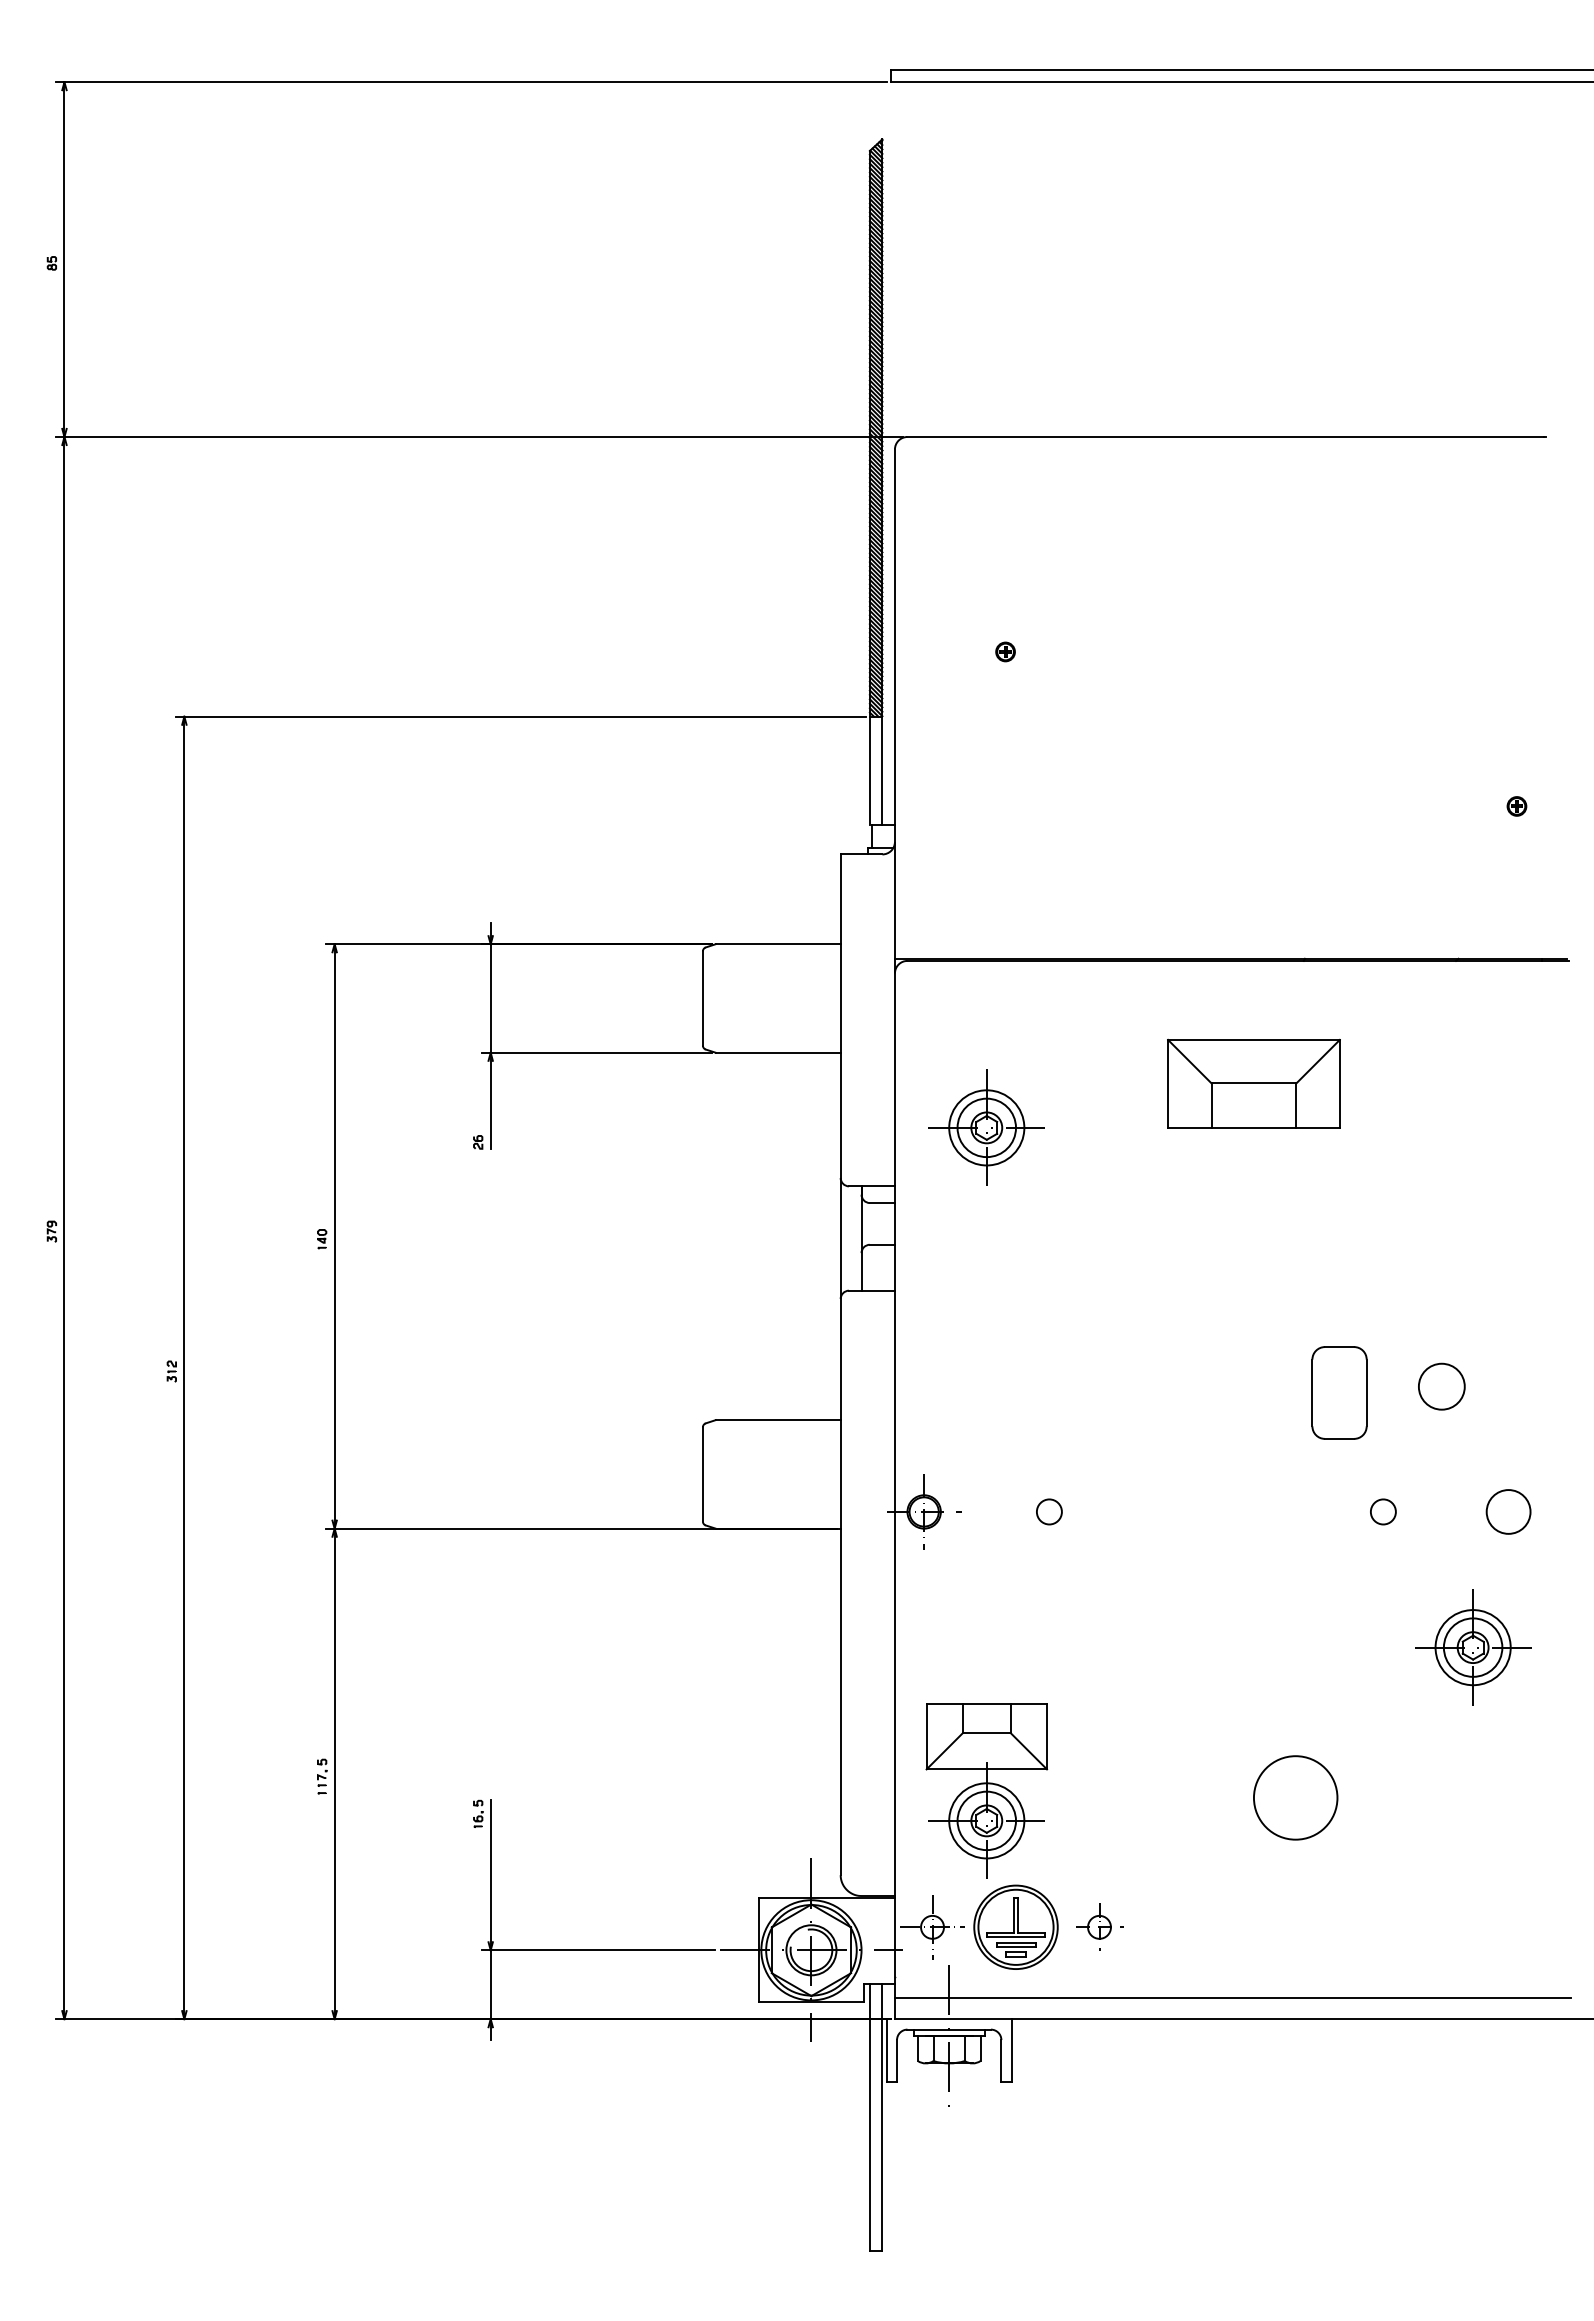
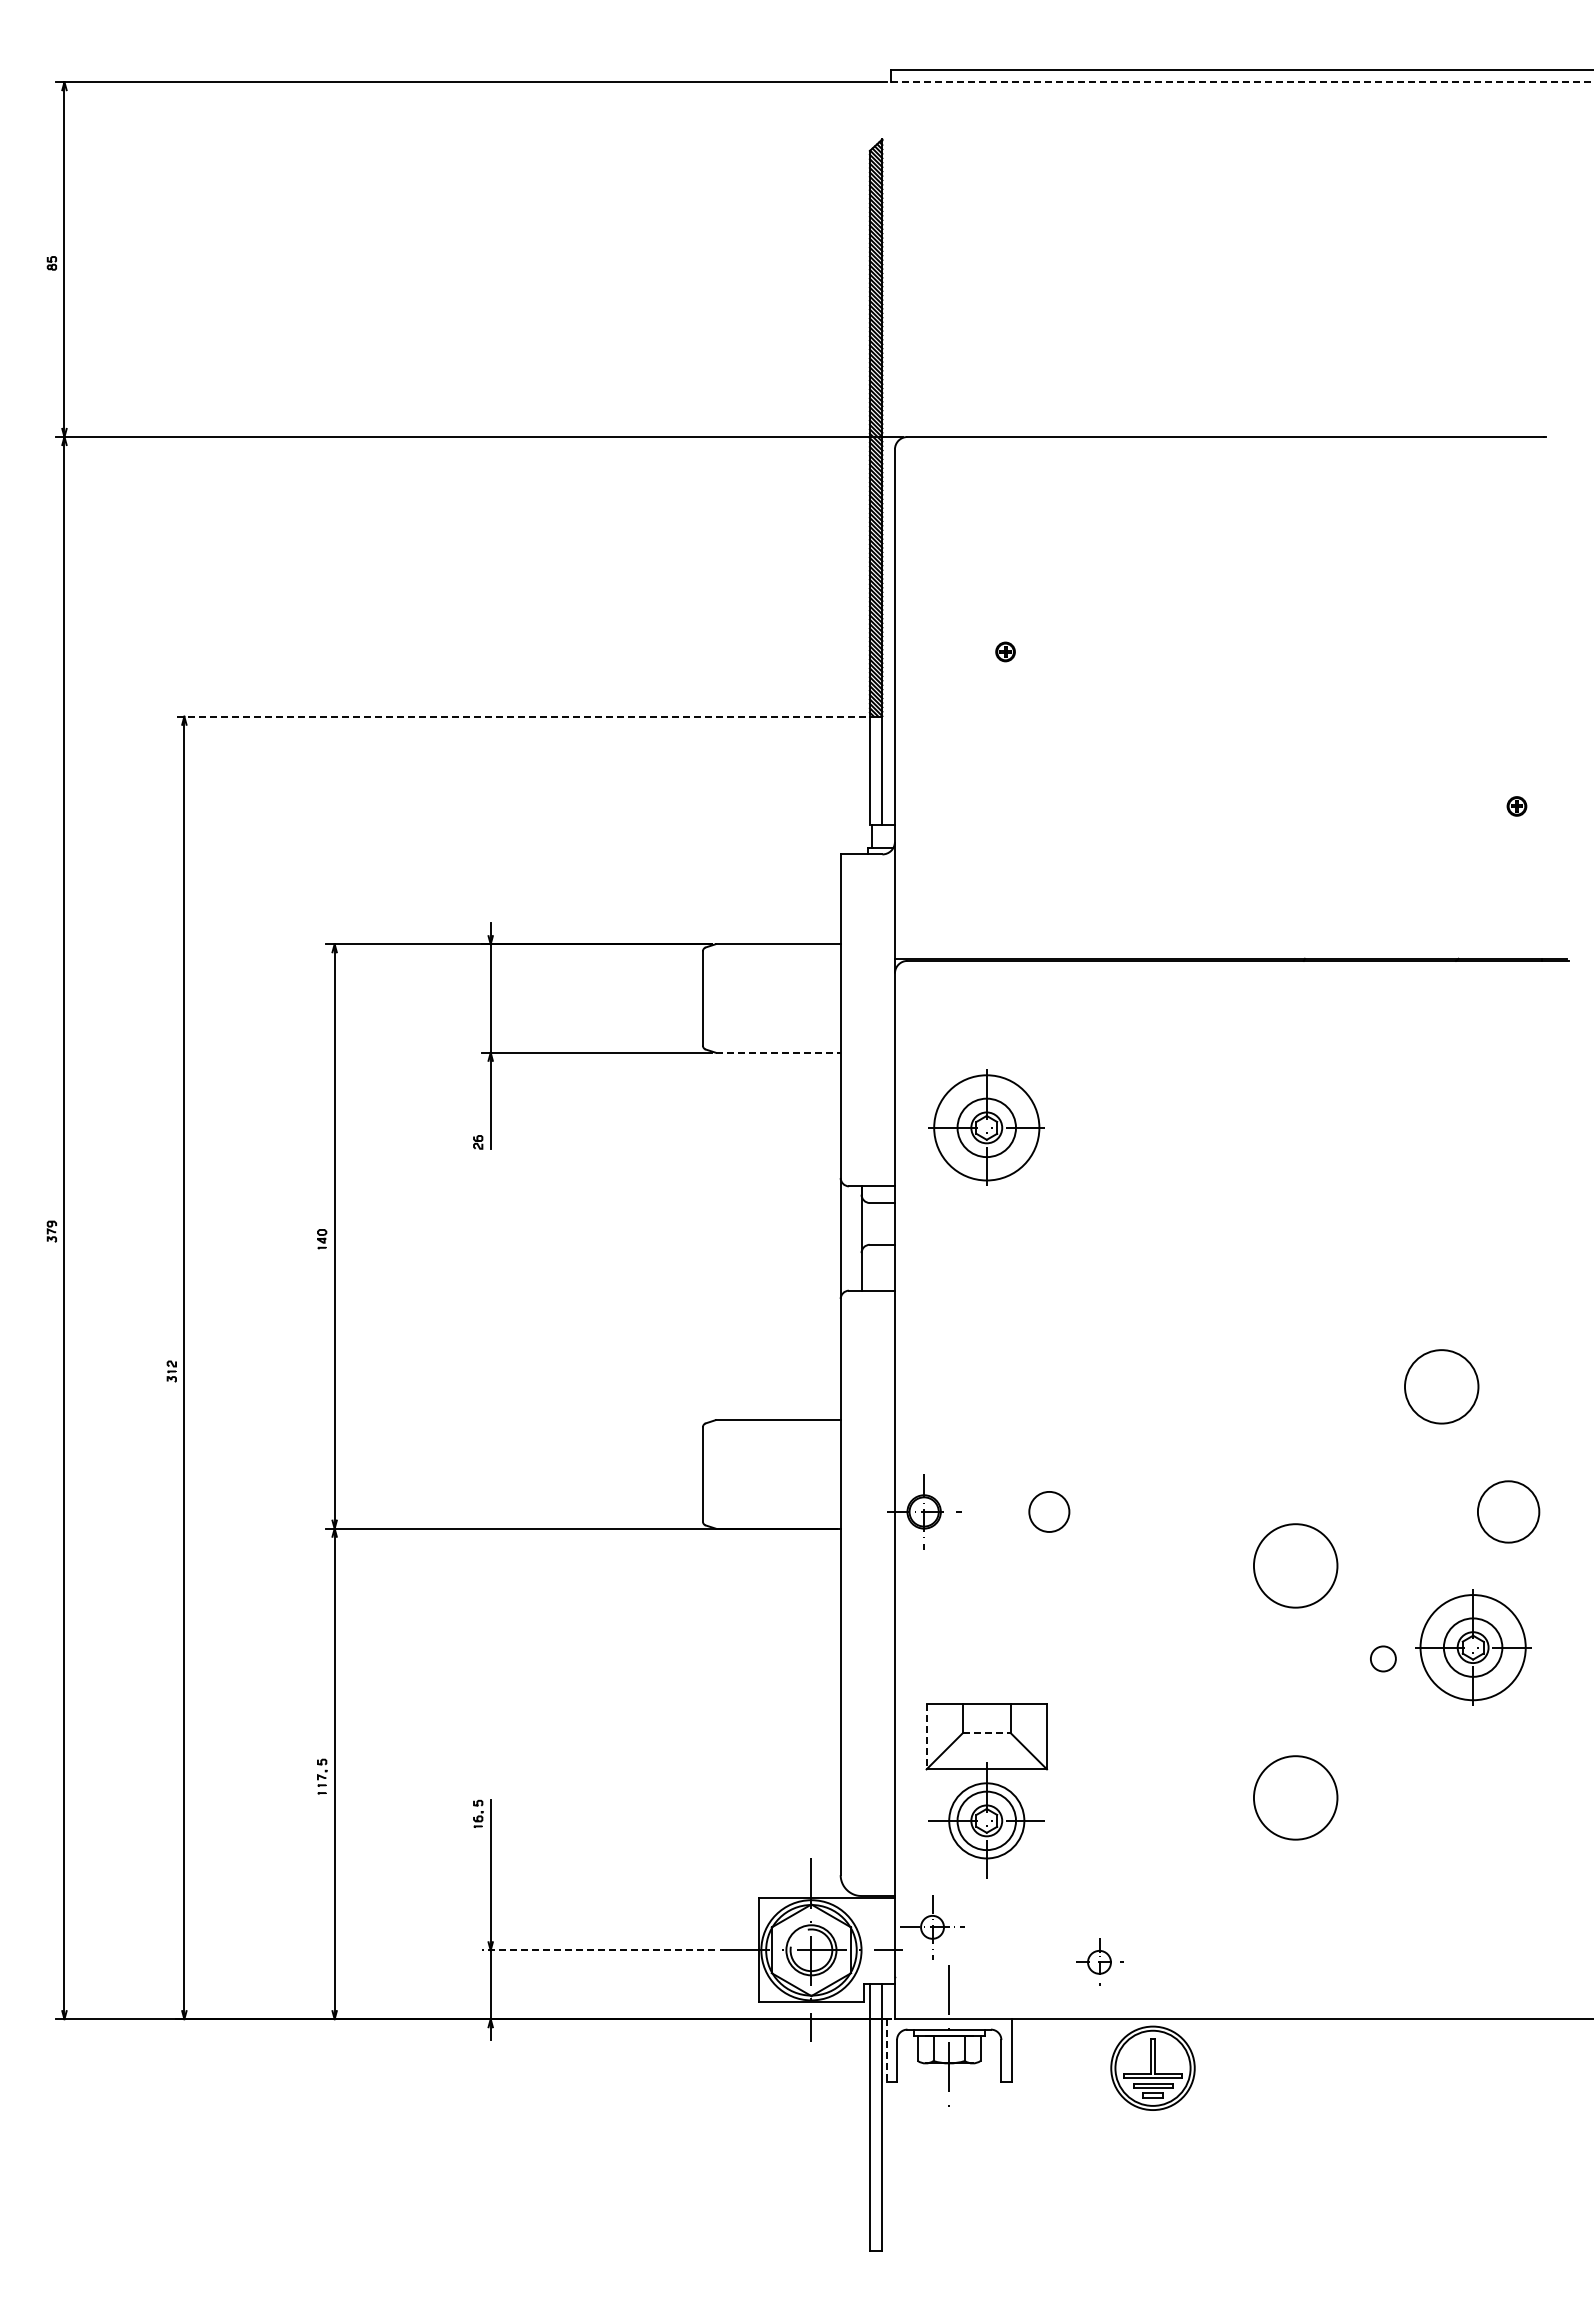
line at (1242, 82): solid -> dashed
line at (520, 716): solid -> dashed
line at (778, 1052): solid -> dashed
part at (1253, 1083): present -> none
circle at (986, 1127) diameter: 75 px -> 105 px
circle at (1441, 1386) size: 48x49 px -> 76x76 px
part at (1339, 1392): present -> none
circle at (1049, 1511) size: 27x28 px -> 43x42 px
circle at (1383, 1511) position: (1383, 1511) -> (1383, 1658)
circle at (1508, 1511) diameter: 44 px -> 61 px
circle at (1295, 1565): none -> present
circle at (1472, 1647) diameter: 75 px -> 105 px
line at (986, 1732): solid -> dashed
line at (926, 1736): solid -> dashed
part at (1015, 1926) position: (1015, 1926) -> (1152, 2067)
part at (1099, 1926) position: (1099, 1926) -> (1099, 1961)
line at (598, 1950): solid -> dashed
line at (1232, 1998): present -> none
line at (886, 2051): solid -> dashed
